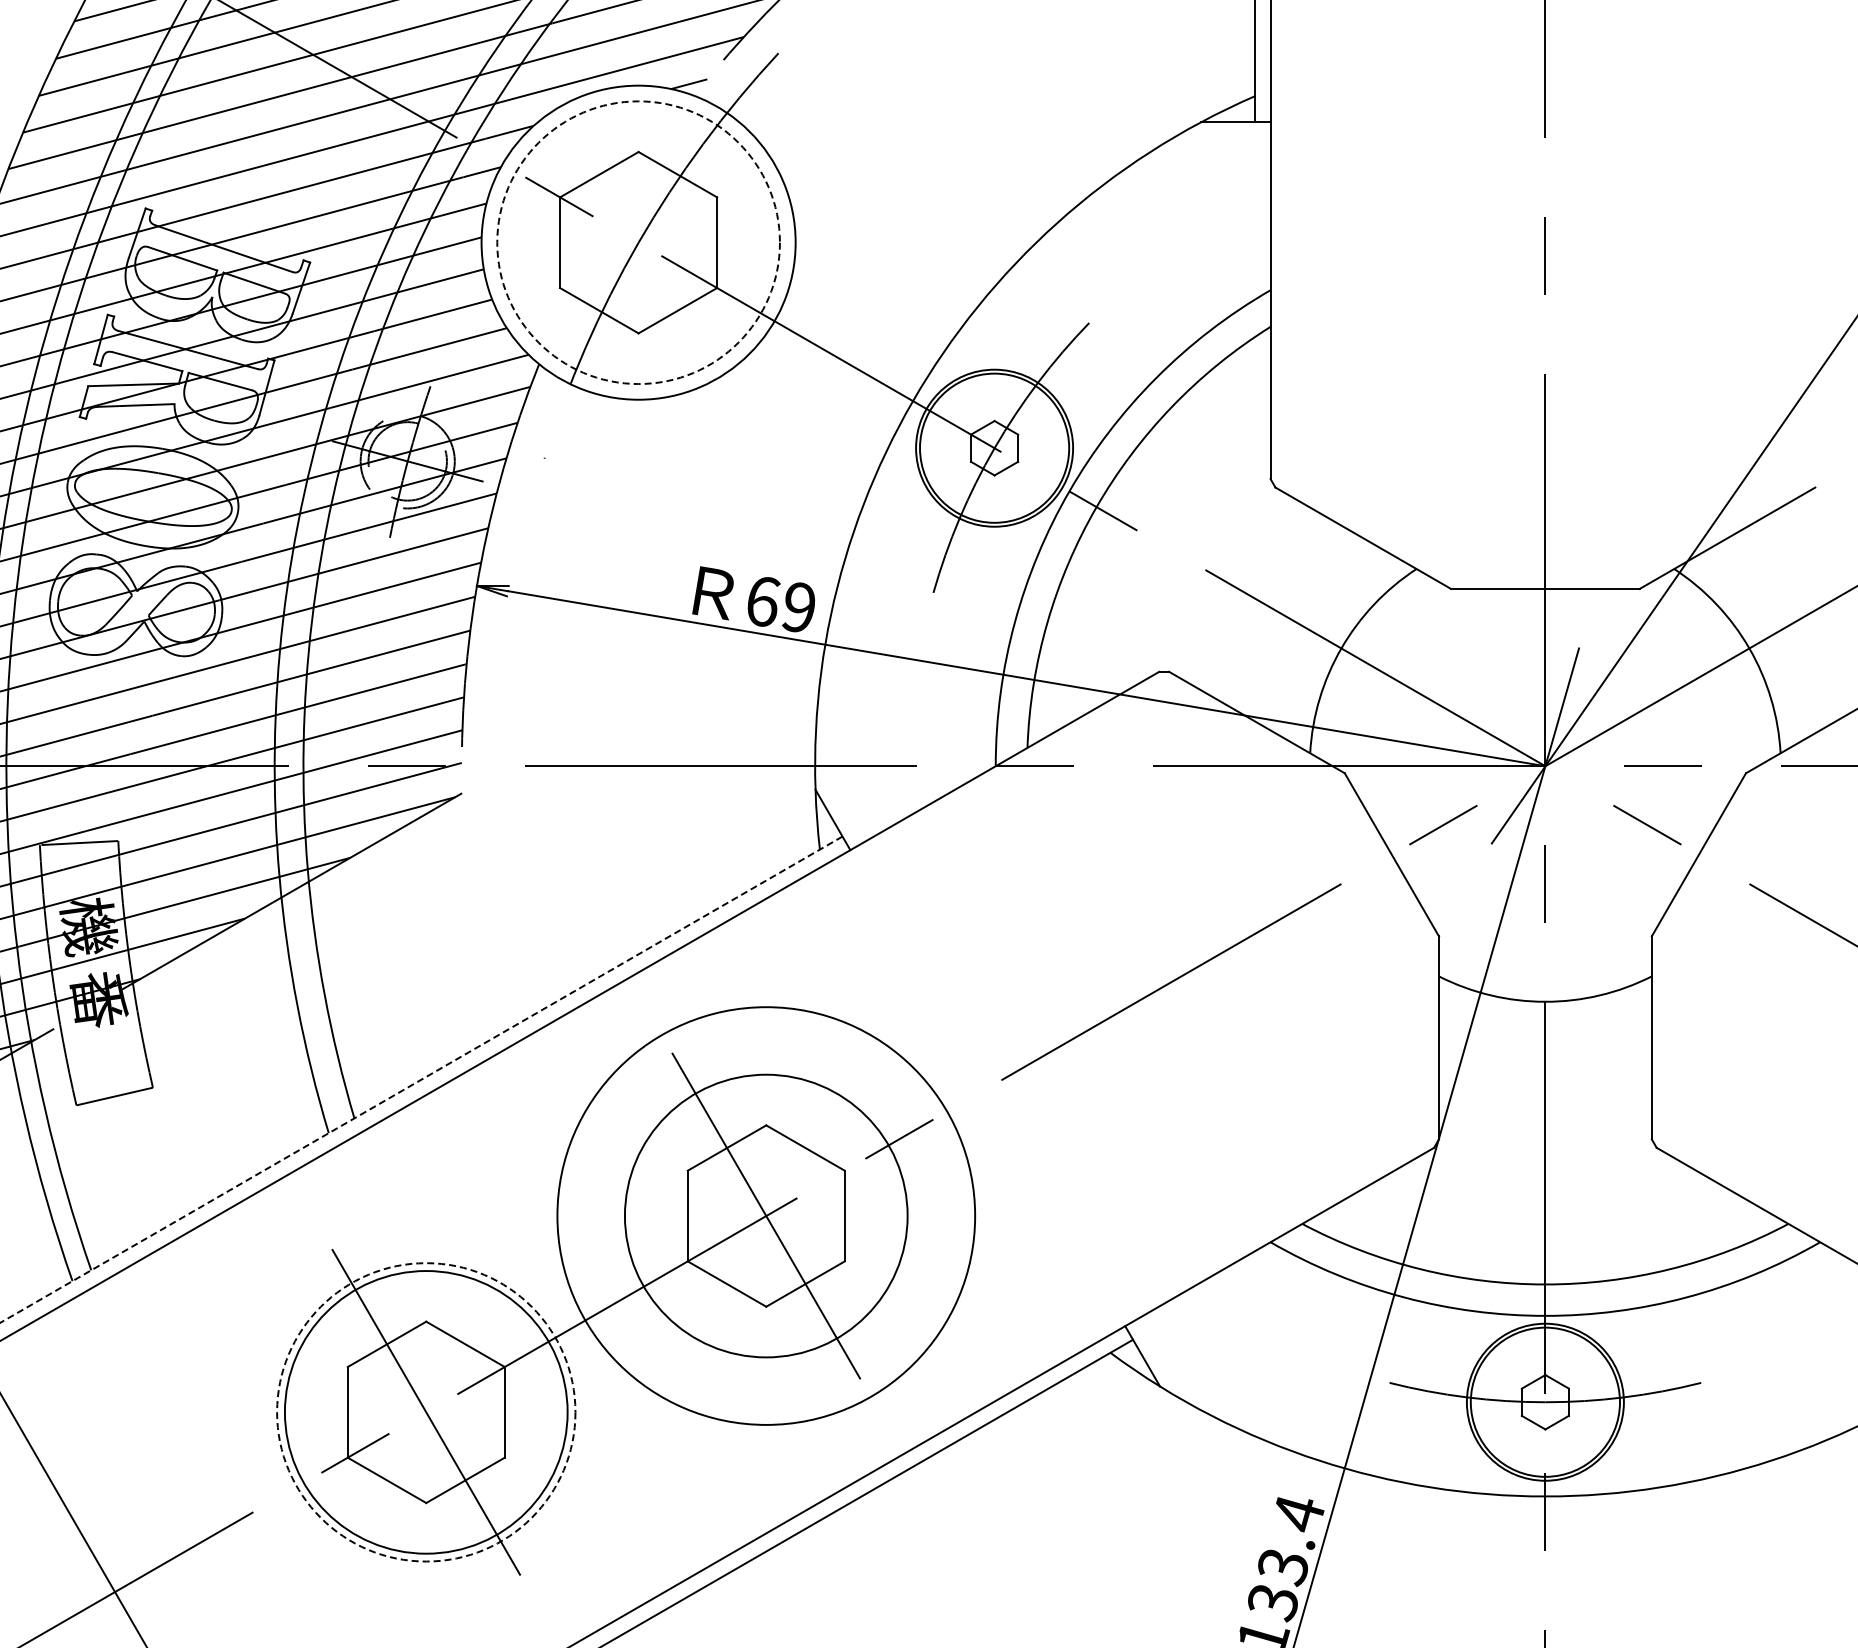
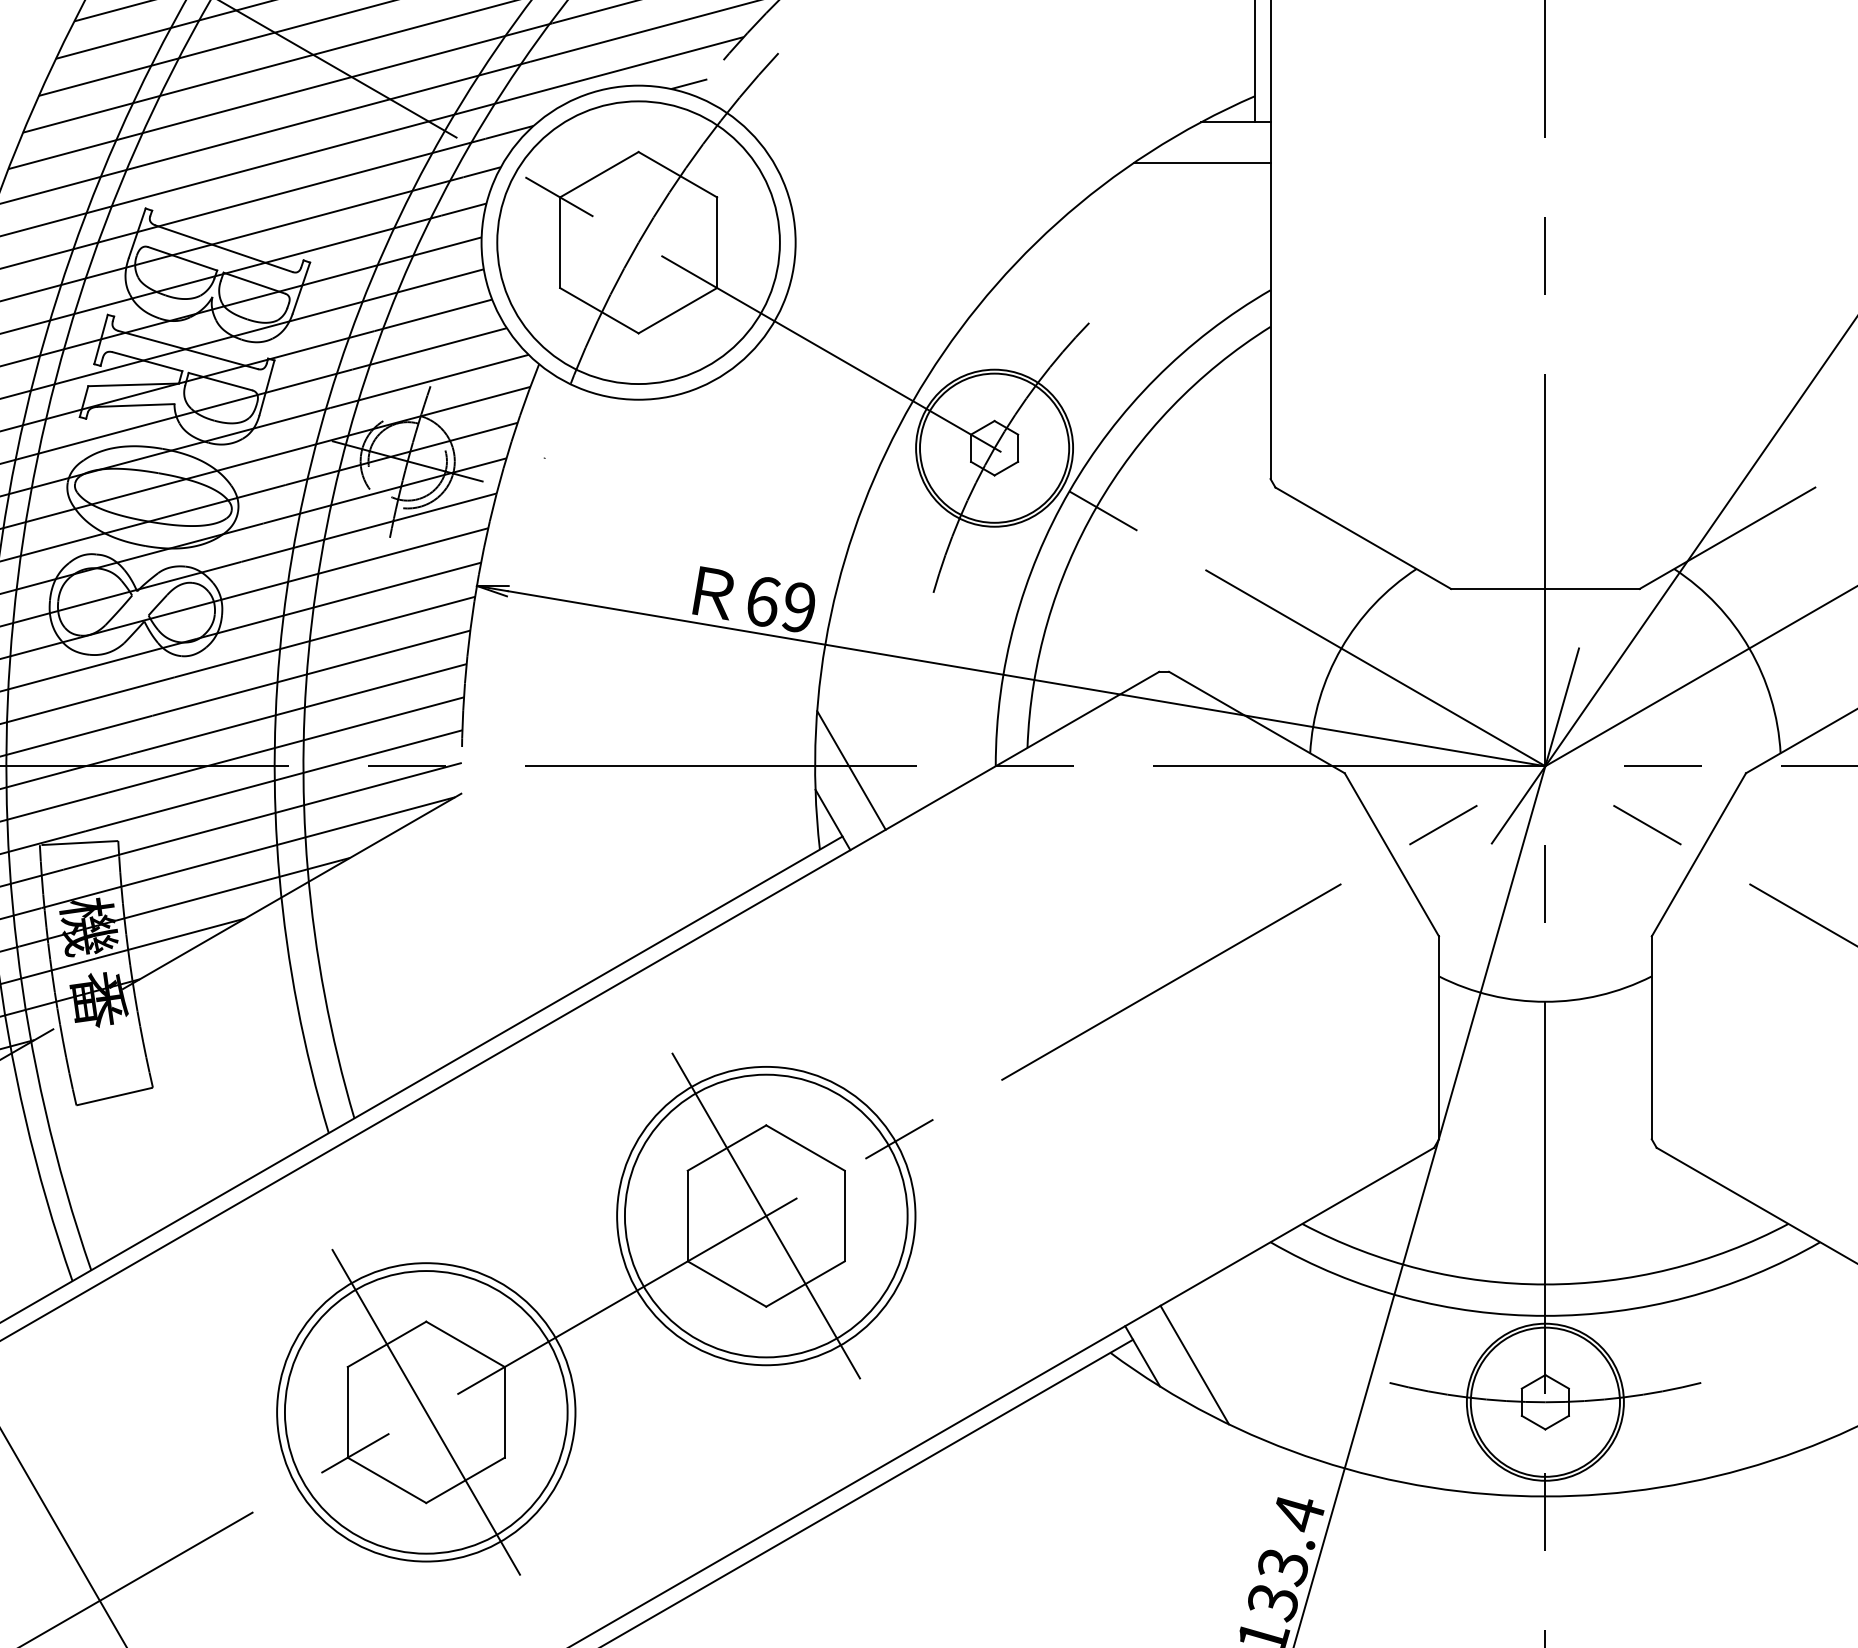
line at (1201, 163): none -> present
circle at (638, 242): dashed -> solid
line at (851, 770): none -> present
line at (420, 1079): dashed -> solid
circle at (766, 1215) diameter: 418 px -> 298 px
line at (1194, 1364): none -> present
circle at (426, 1412): dashed -> solid
line at (73, 1520) position: (73, 1520) -> (63, 1537)
